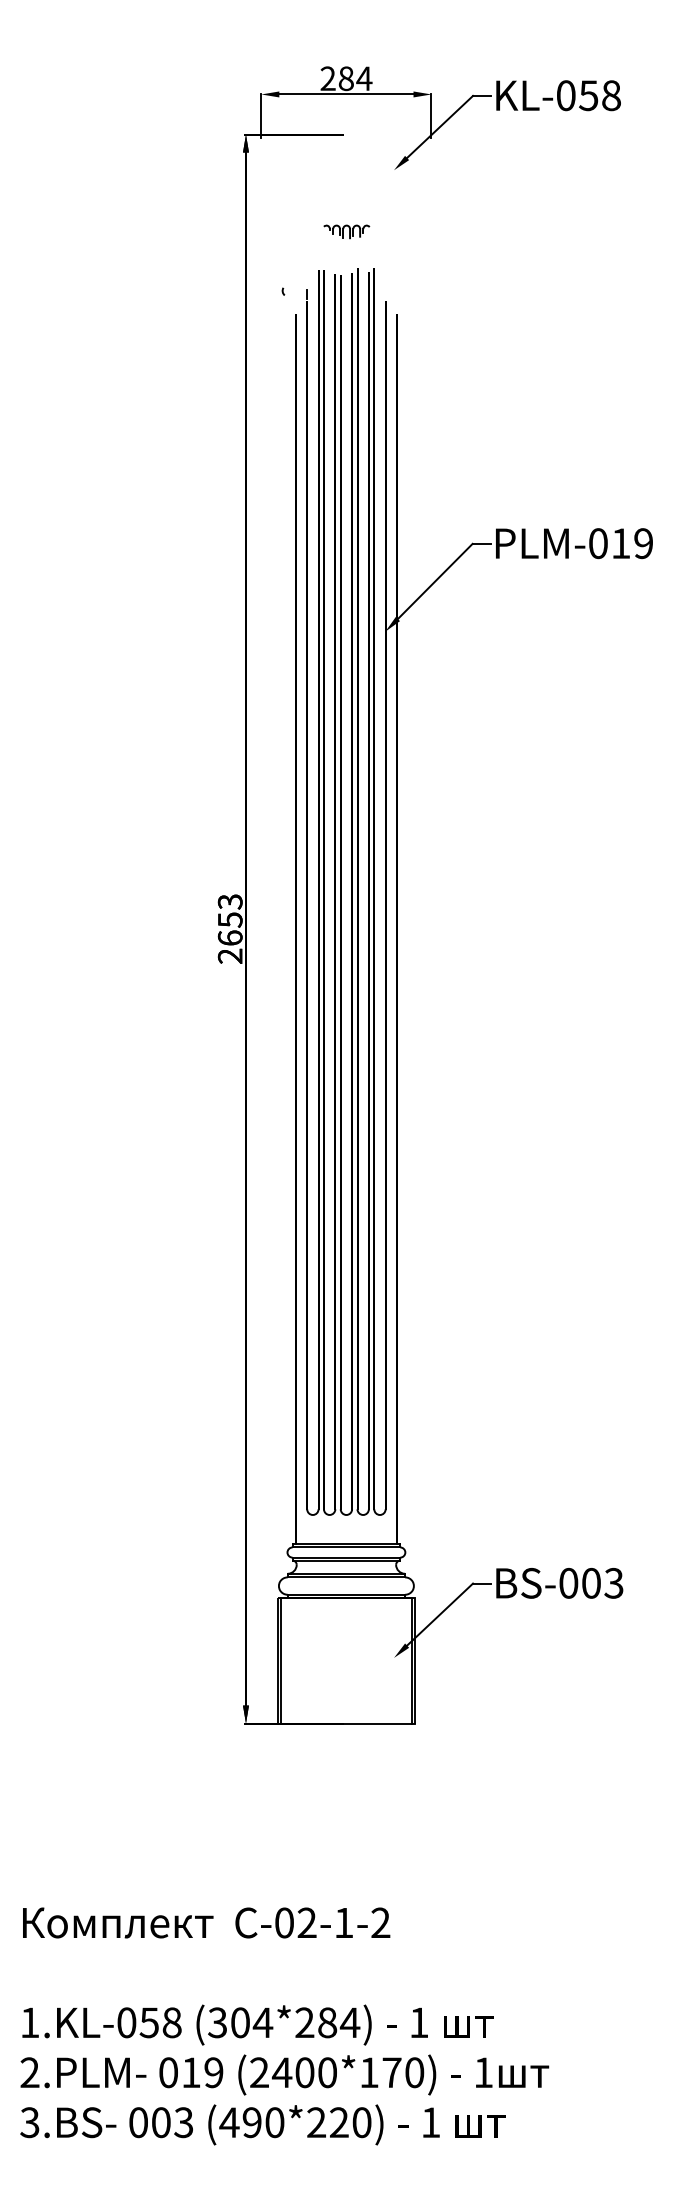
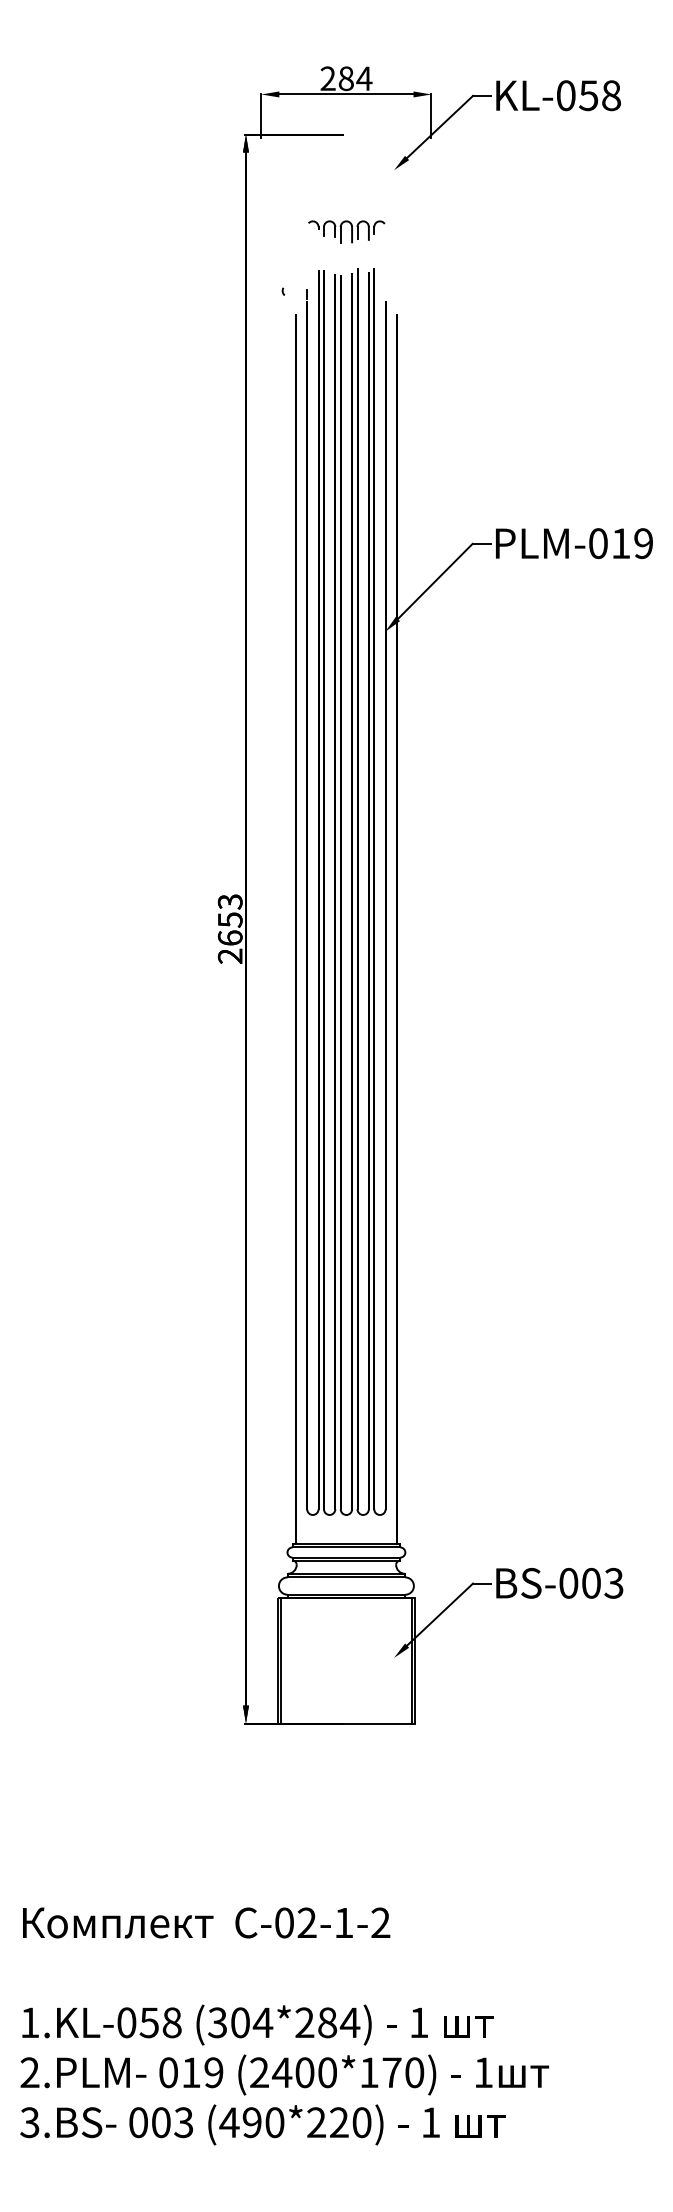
part at (346, 231) size: 48x16 px -> 78x24 px
